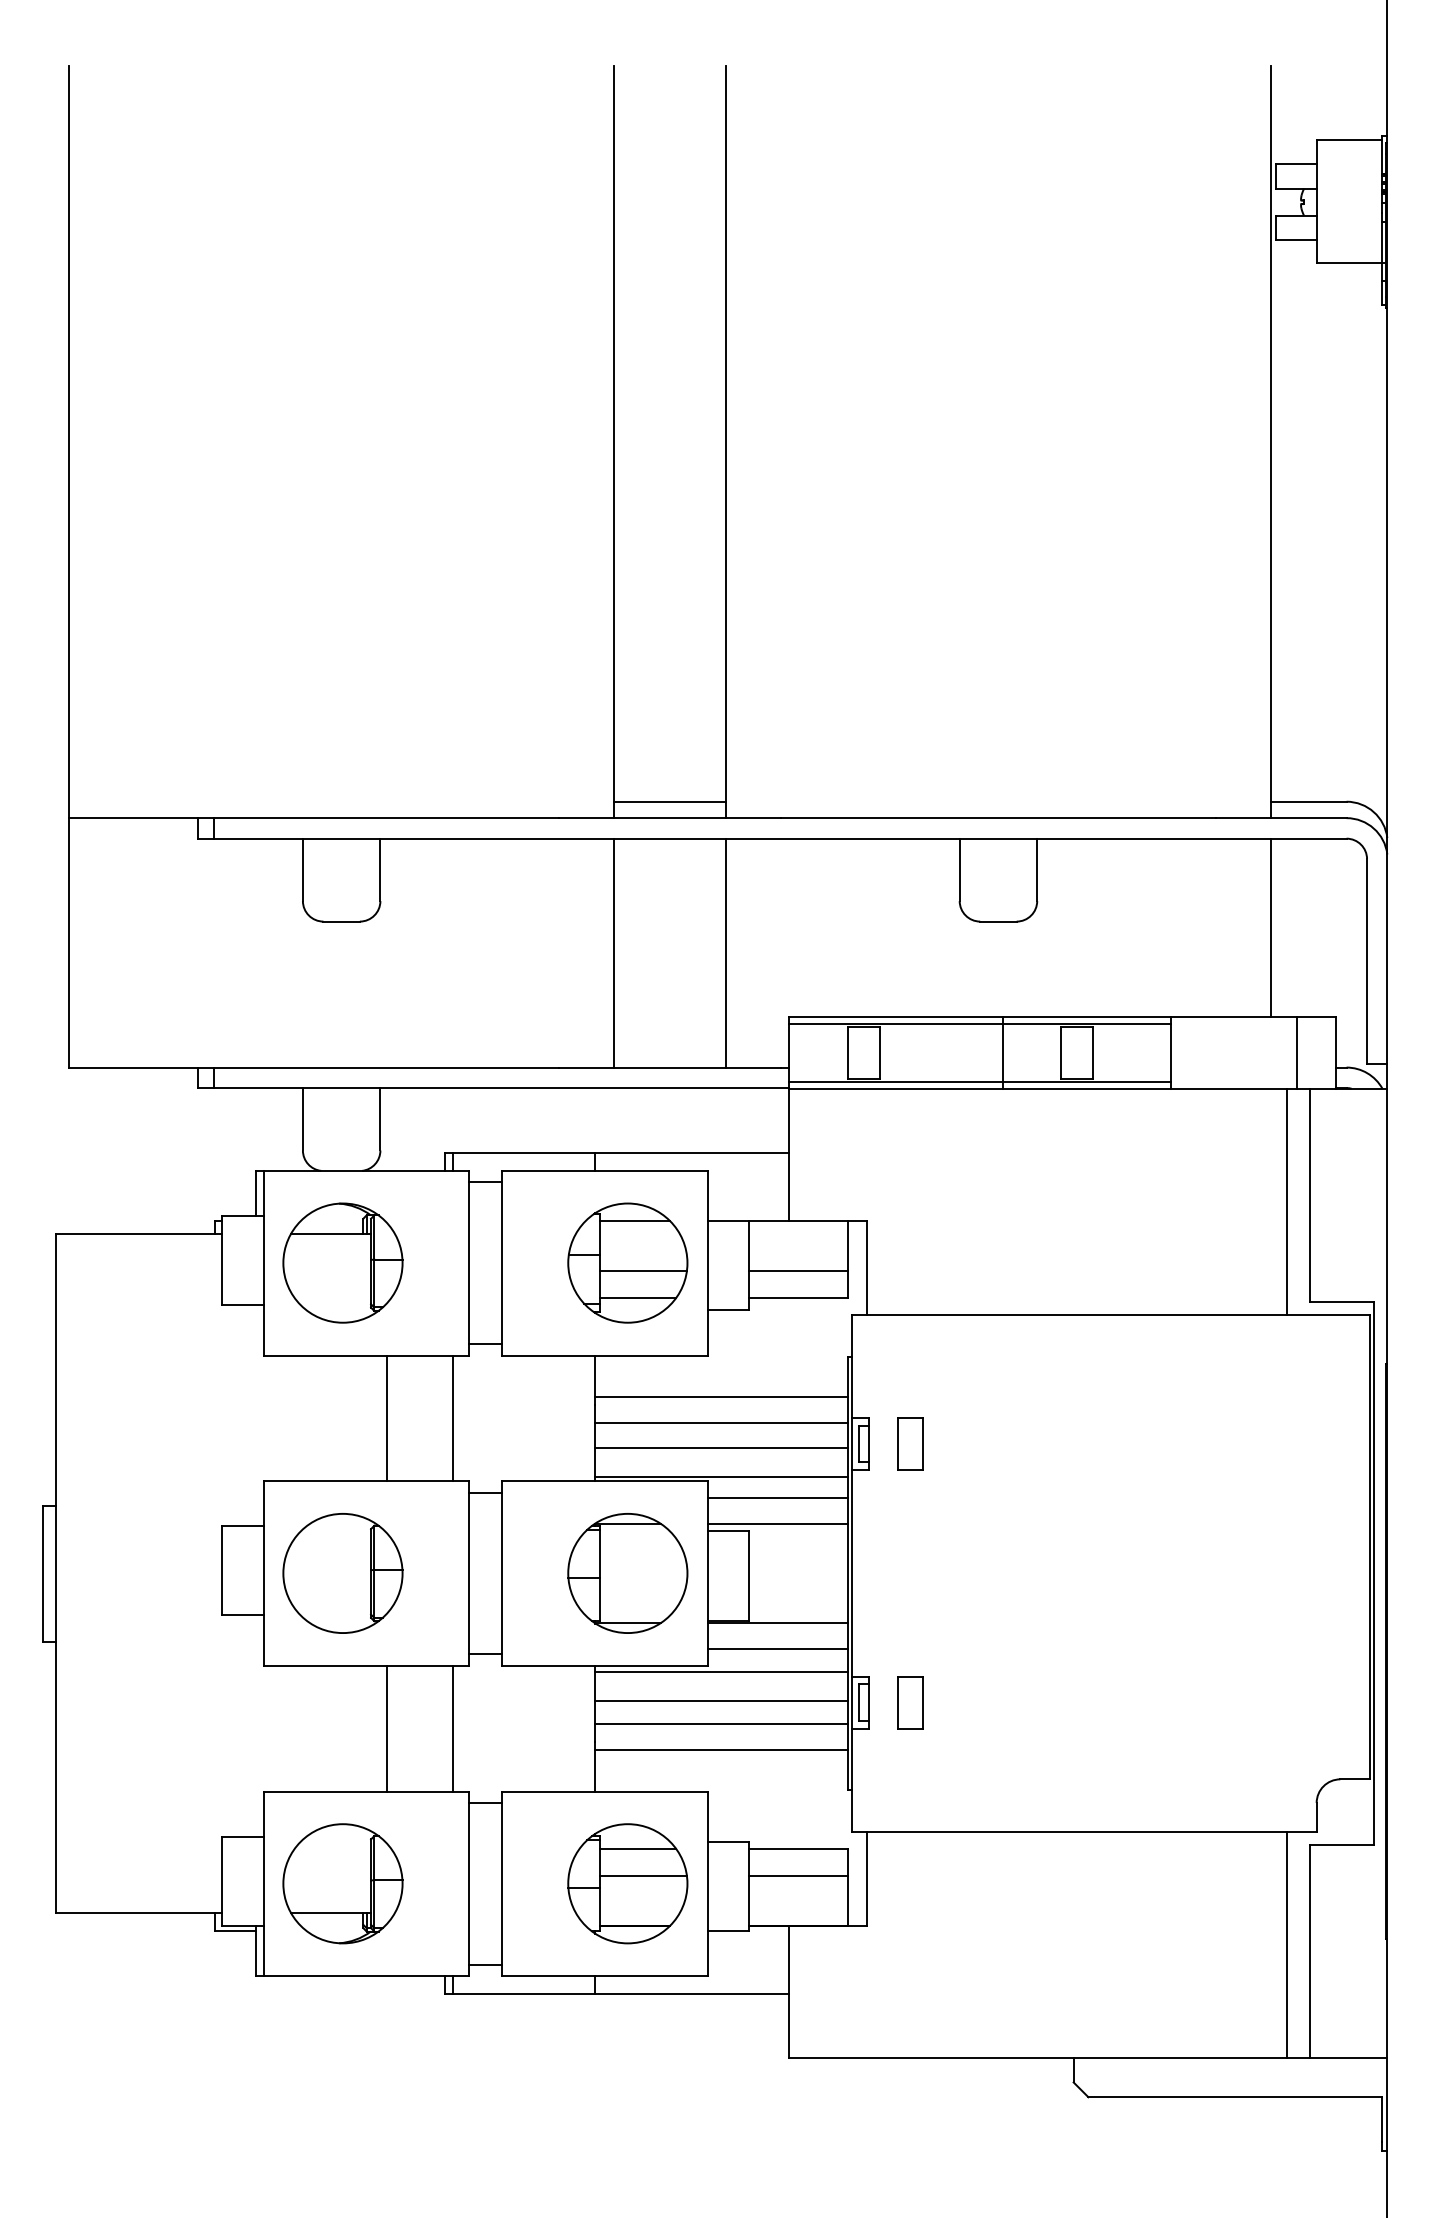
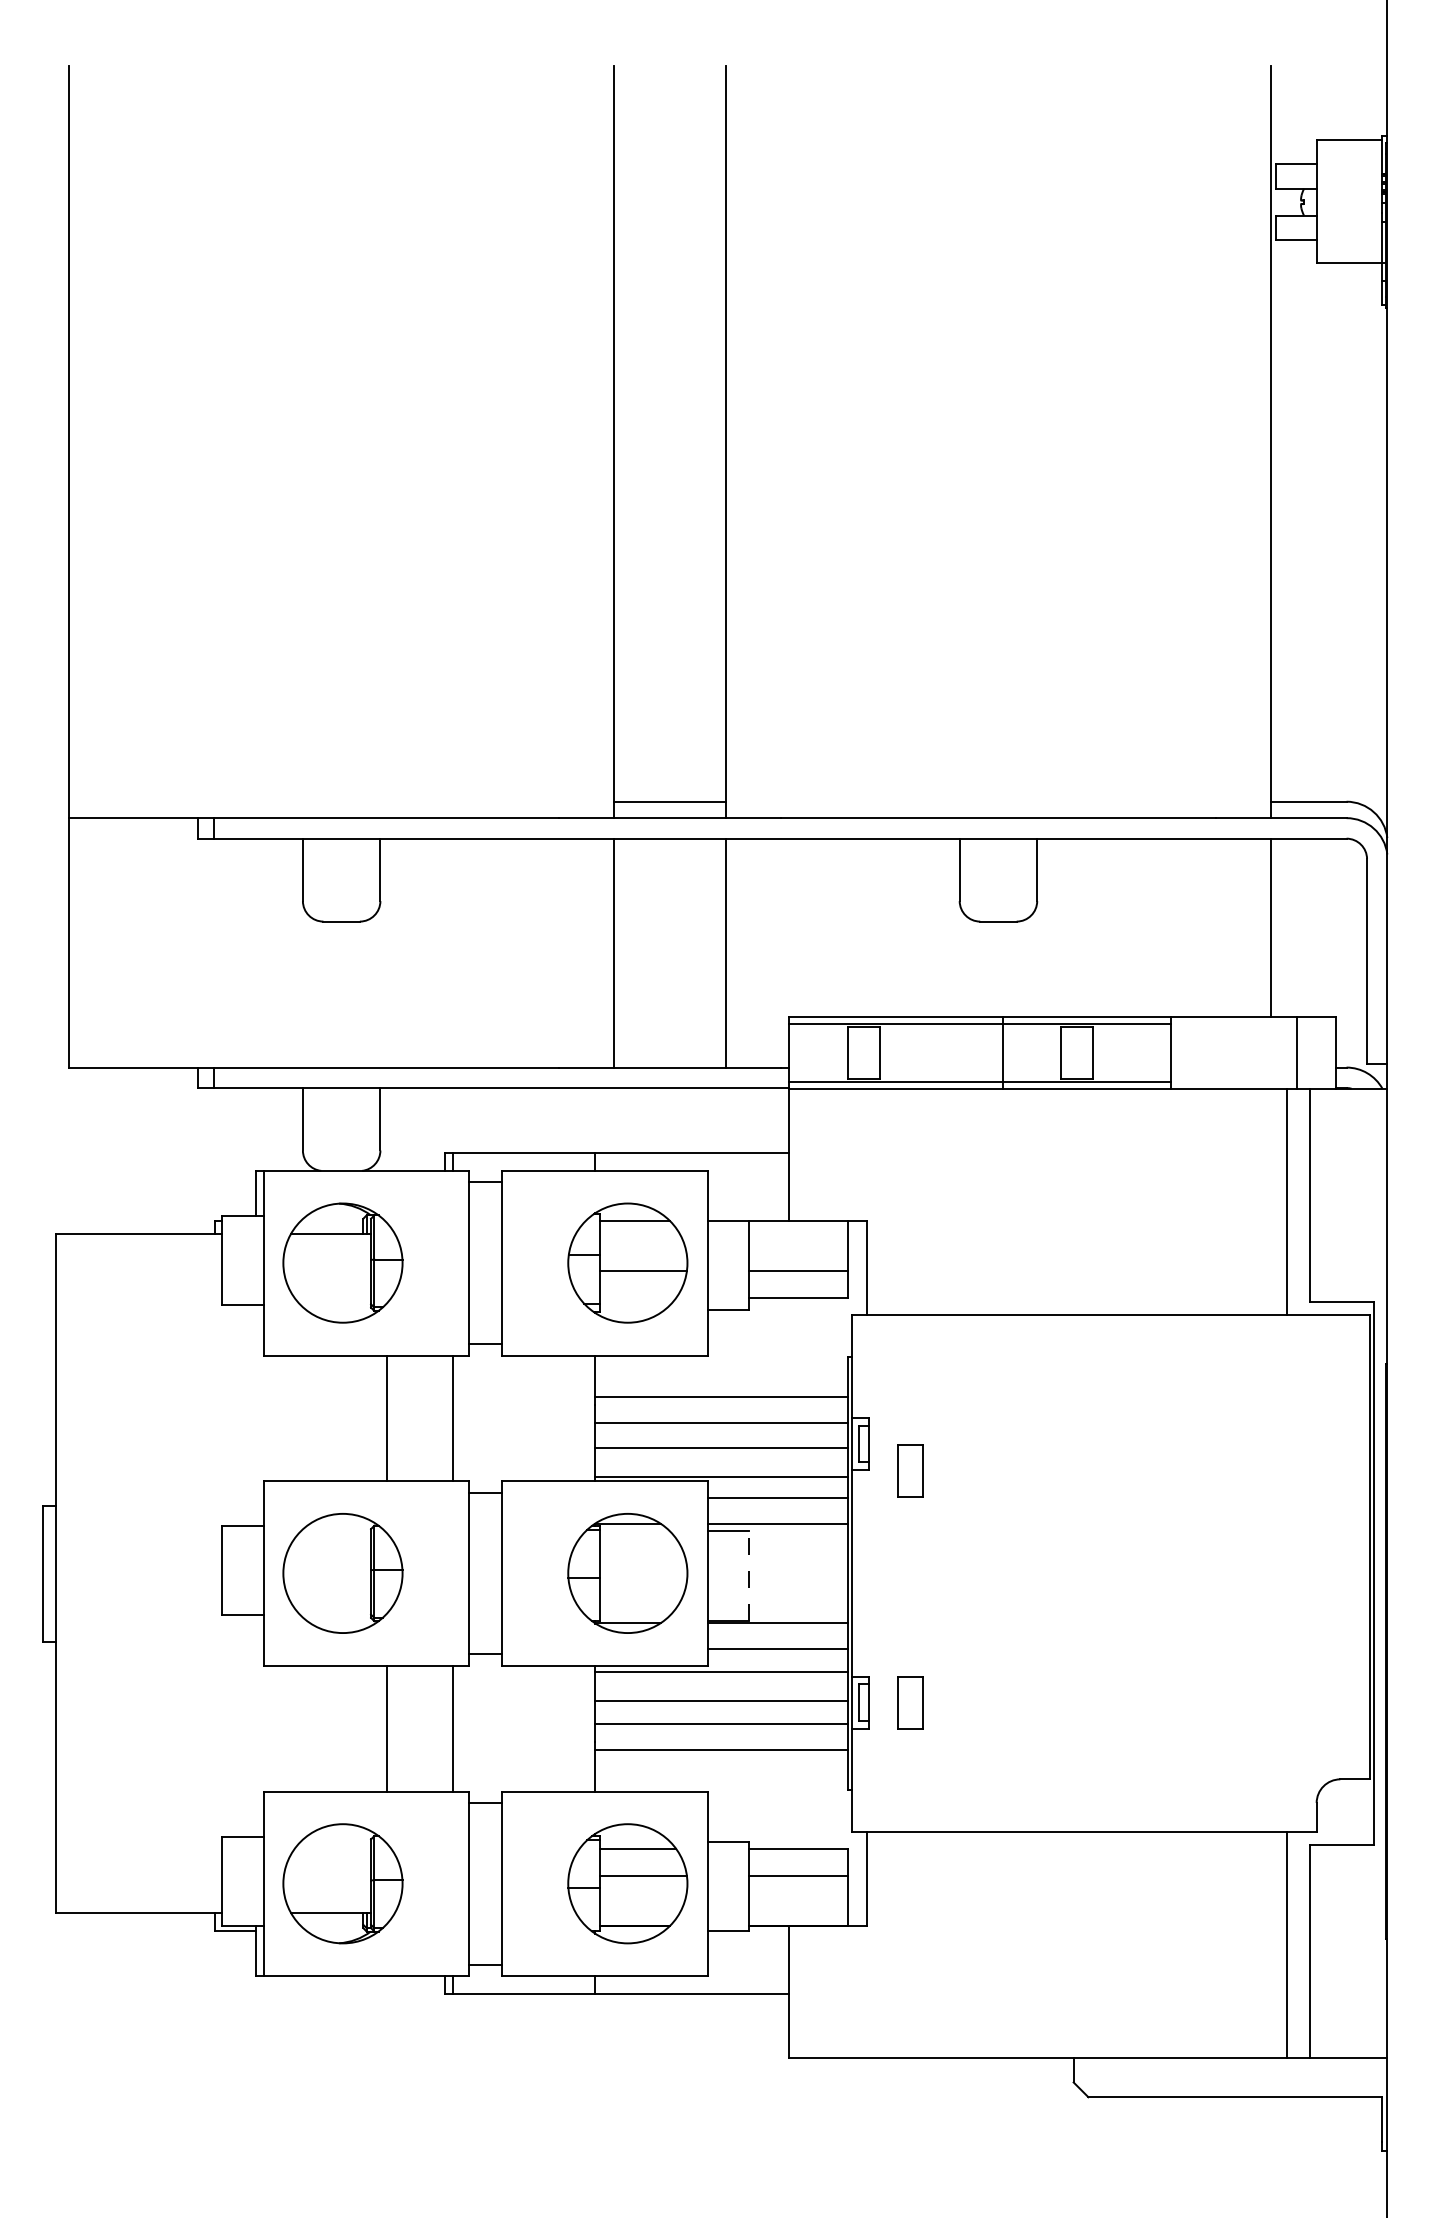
line at (637, 1297): present -> none
part at (910, 1443) position: (910, 1443) -> (910, 1470)
line at (748, 1576): solid -> dashed
